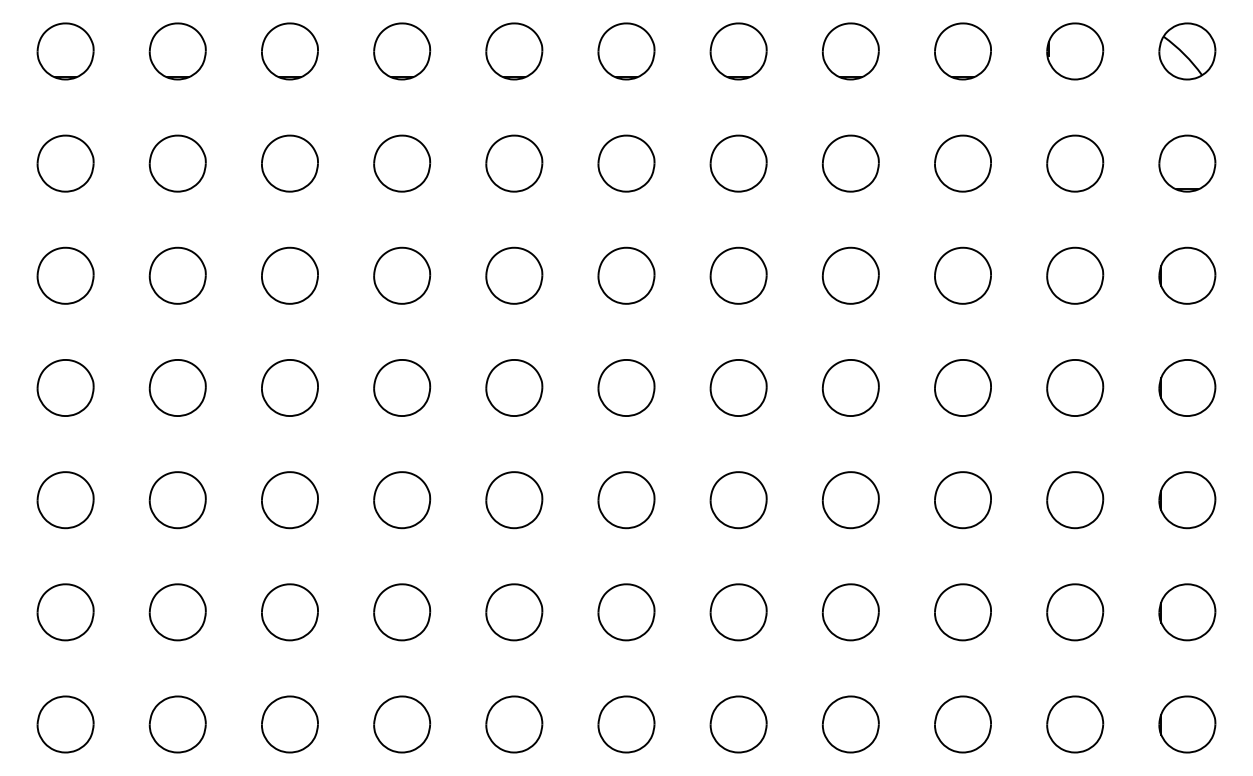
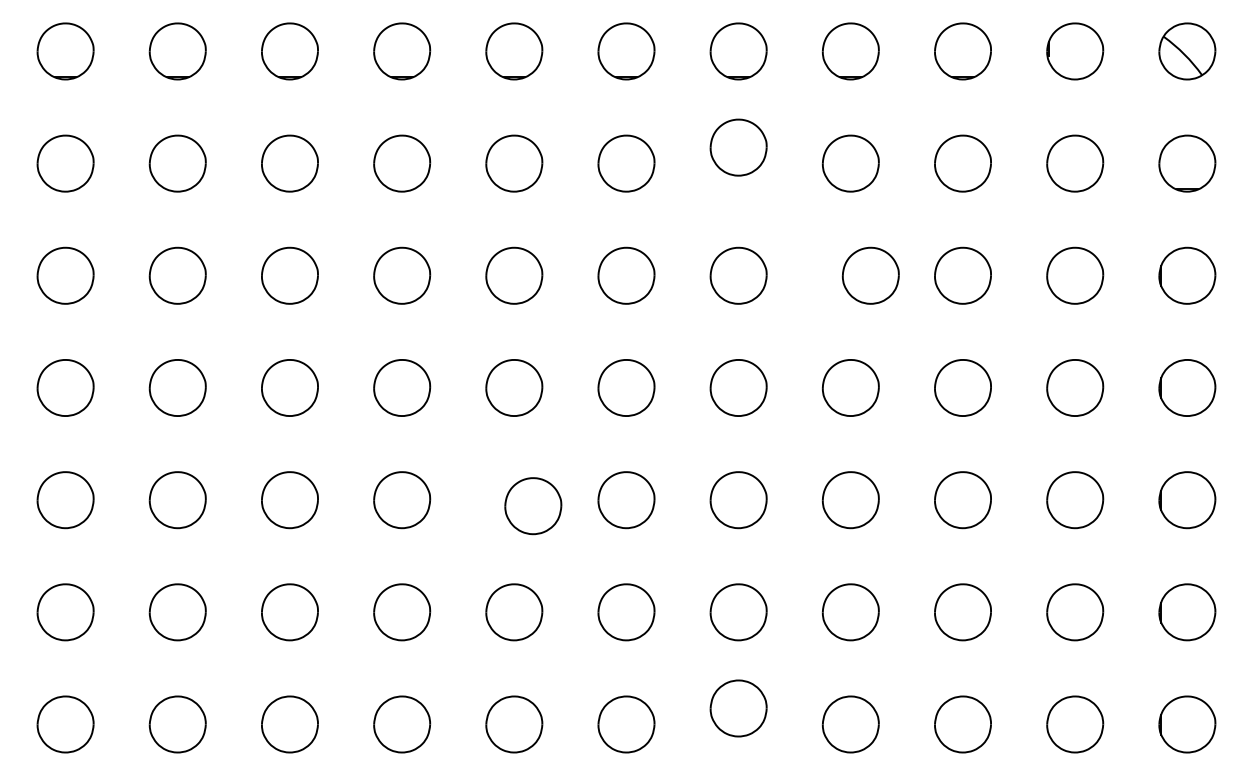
part at (738, 163) position: (738, 163) -> (738, 147)
part at (850, 275) position: (850, 275) -> (870, 275)
part at (514, 500) position: (514, 500) -> (533, 506)
part at (738, 724) position: (738, 724) -> (738, 708)
